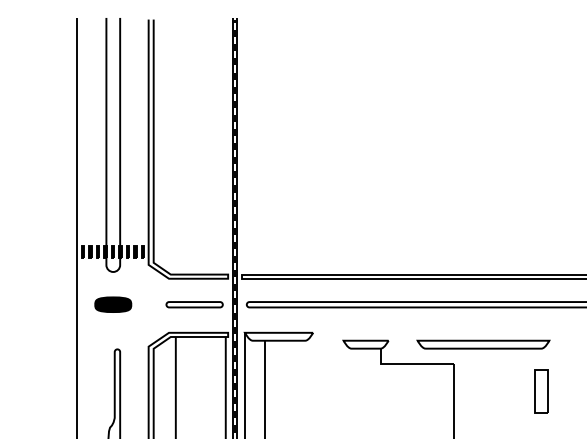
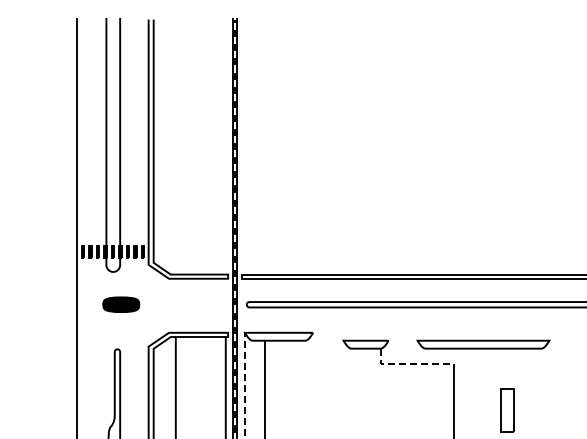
part at (113, 304) position: (113, 304) -> (121, 304)
part at (194, 304): present -> none
line at (409, 363): solid -> dashed
line at (244, 385): solid -> dashed
part at (541, 391) position: (541, 391) -> (507, 410)
